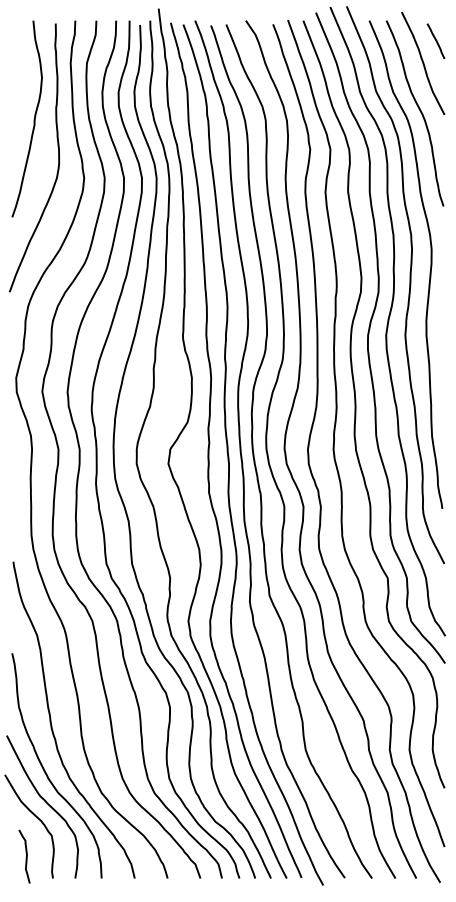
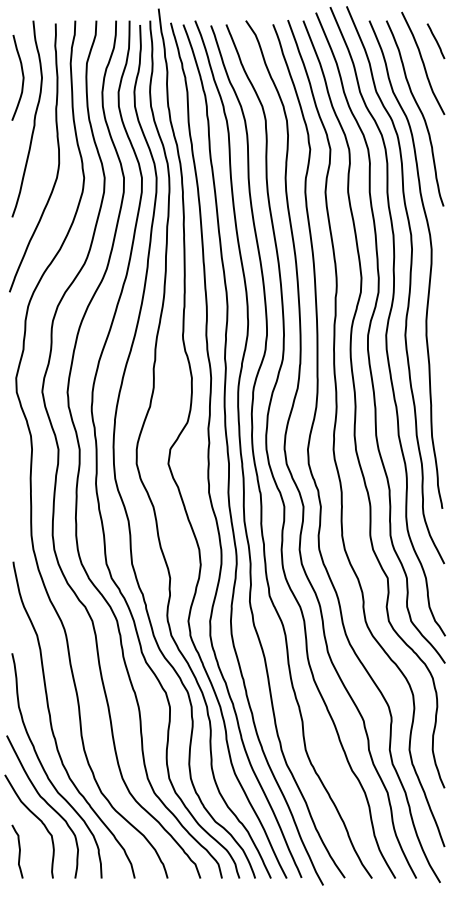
curve at (22, 77): none -> present
curve at (25, 857) position: (25, 857) -> (18, 852)
